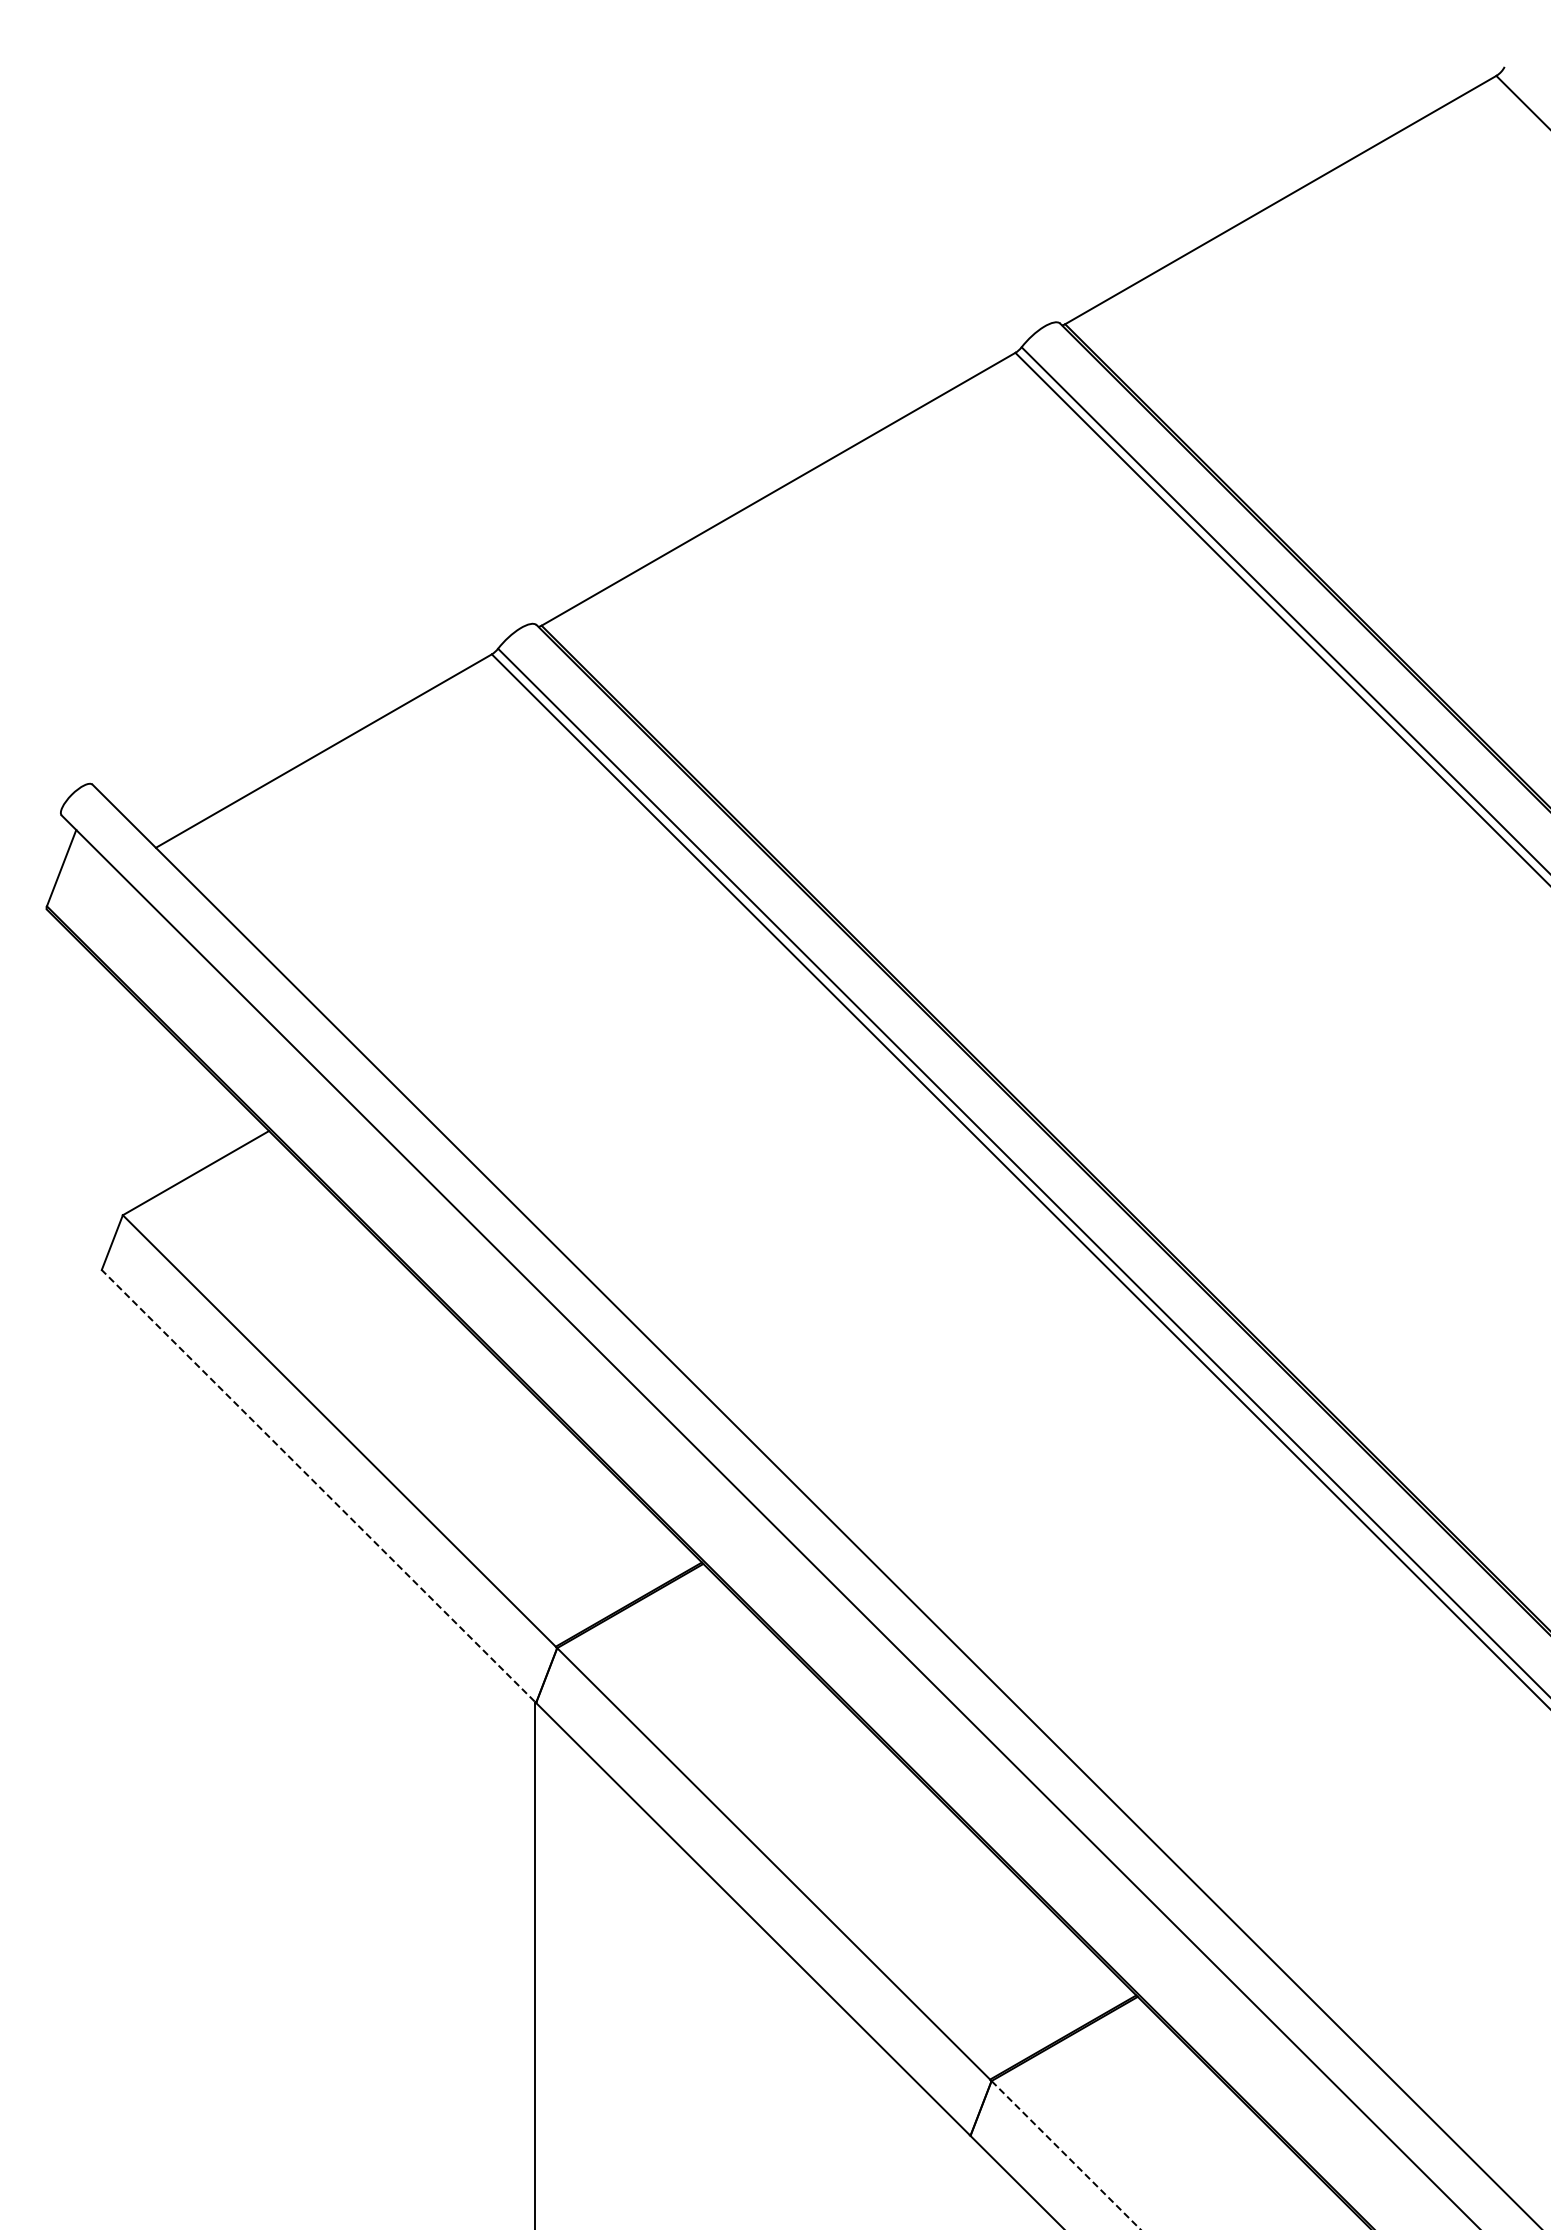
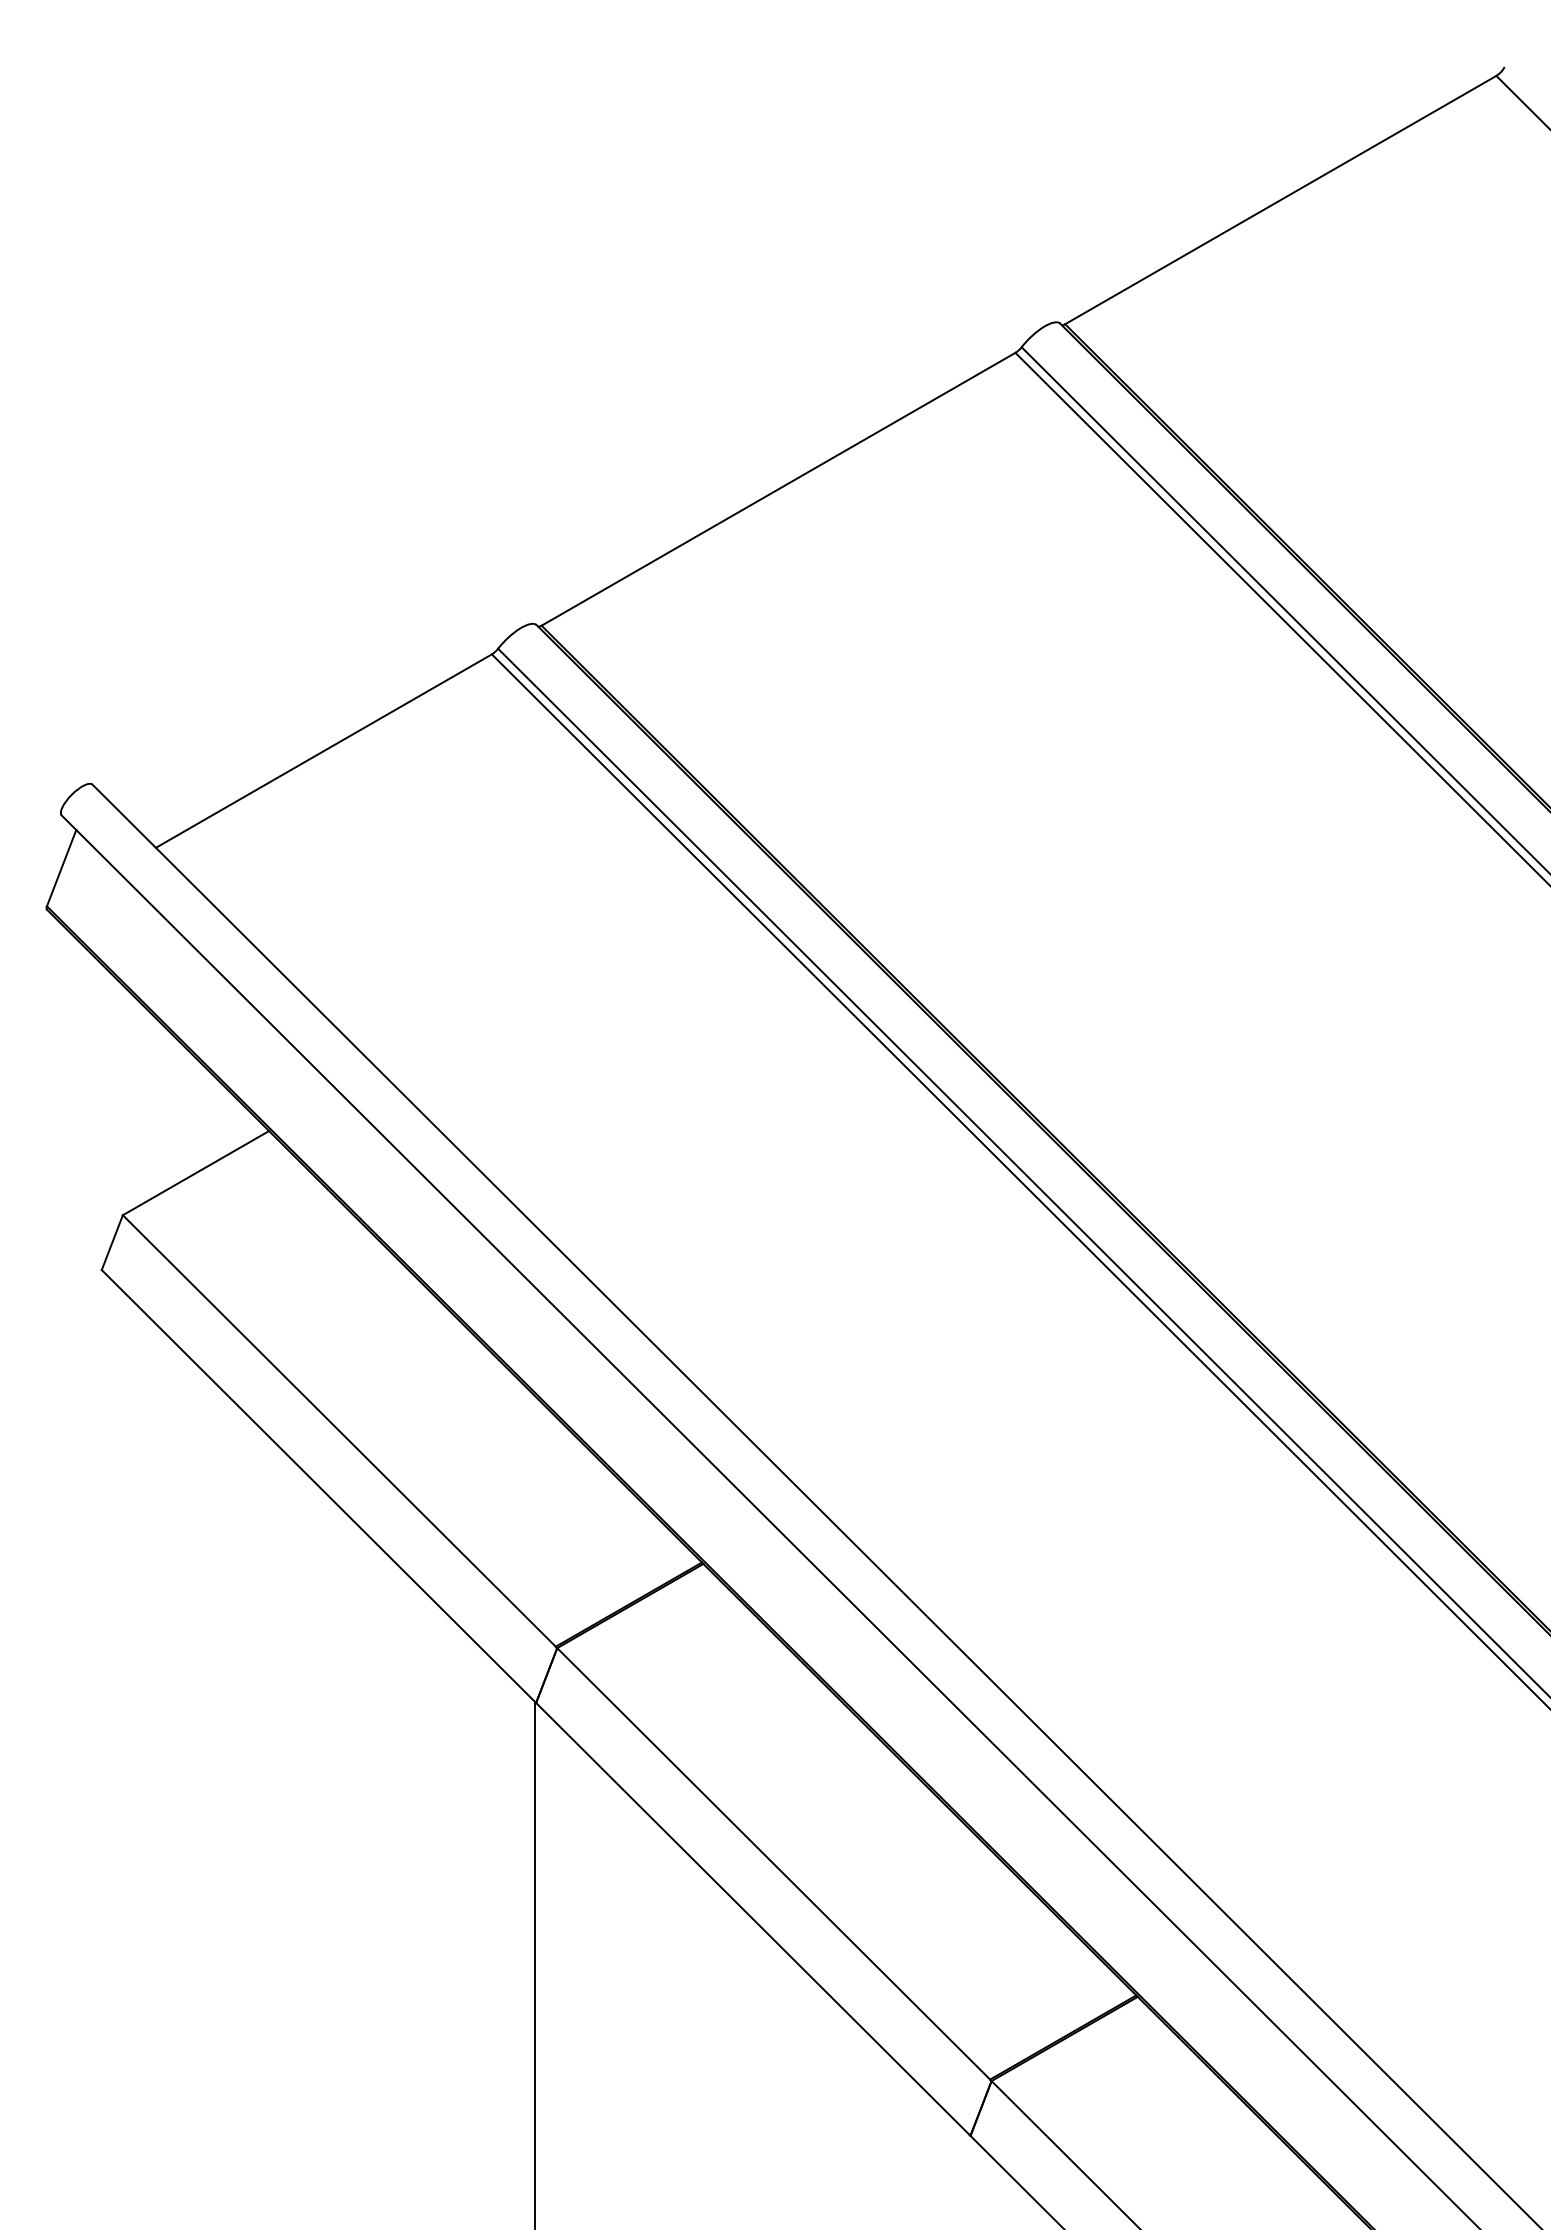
line at (318, 1485): dashed -> solid
line at (1066, 2155): dashed -> solid
